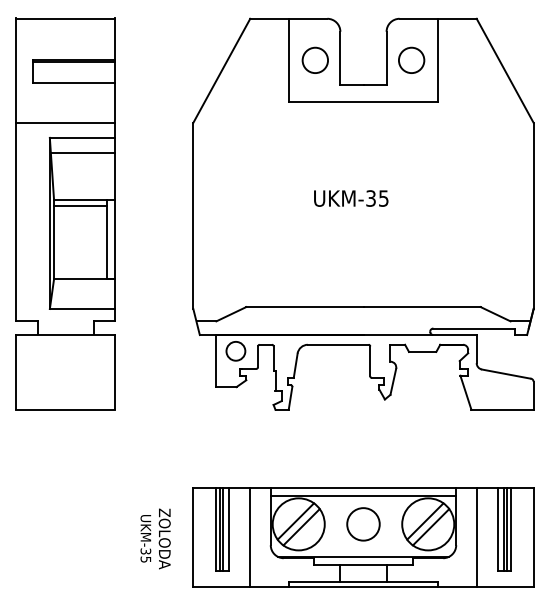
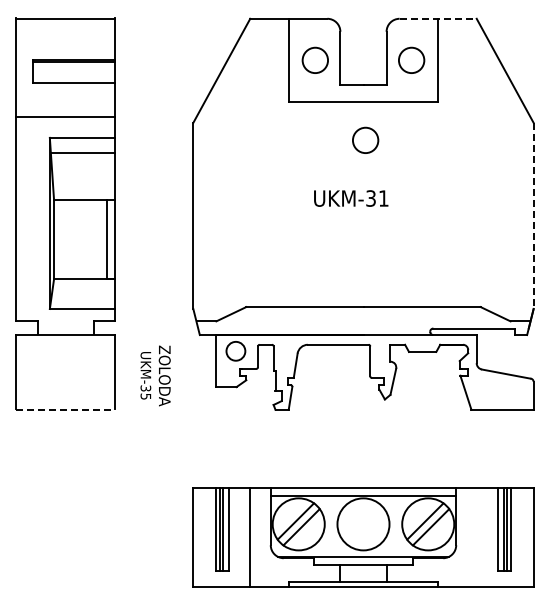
line at (438, 18): solid -> dashed
line at (65, 122) position: (65, 122) -> (65, 116)
circle at (365, 139): none -> present
text at (383, 198): UKM-35 -> UKM-31
line at (80, 205): present -> none
line at (533, 216): solid -> dashed
line at (66, 409): solid -> dashed
circle at (363, 524) diameter: 33 px -> 52 px
line at (476, 536): present -> none
text at (155, 538) position: (155, 538) -> (155, 375)
